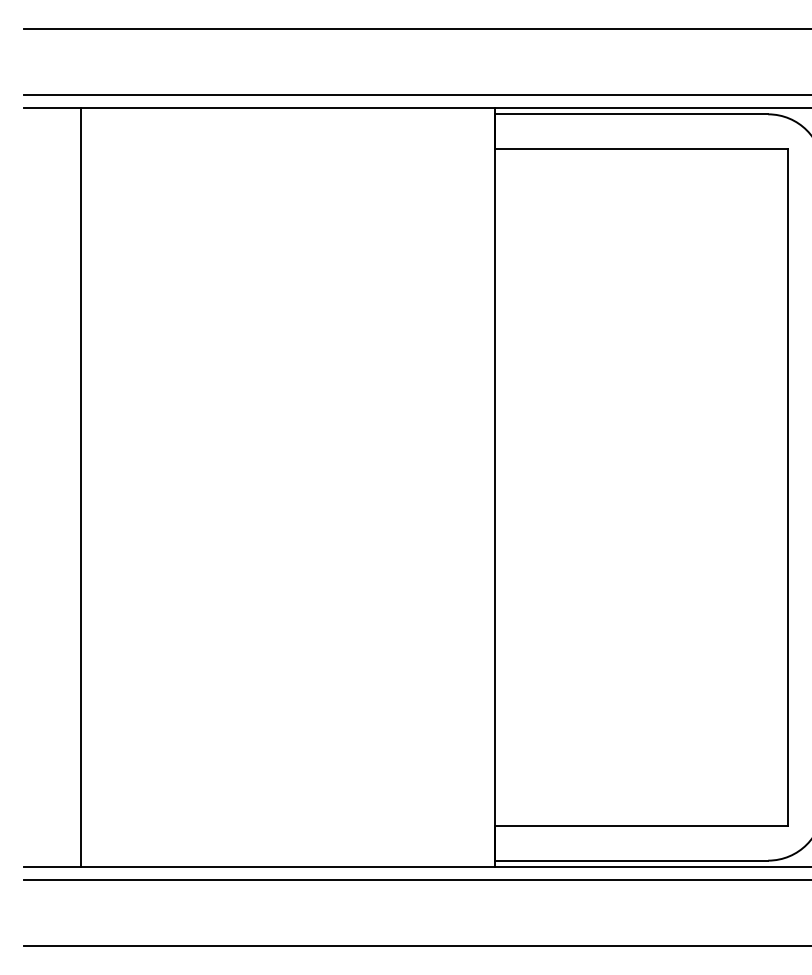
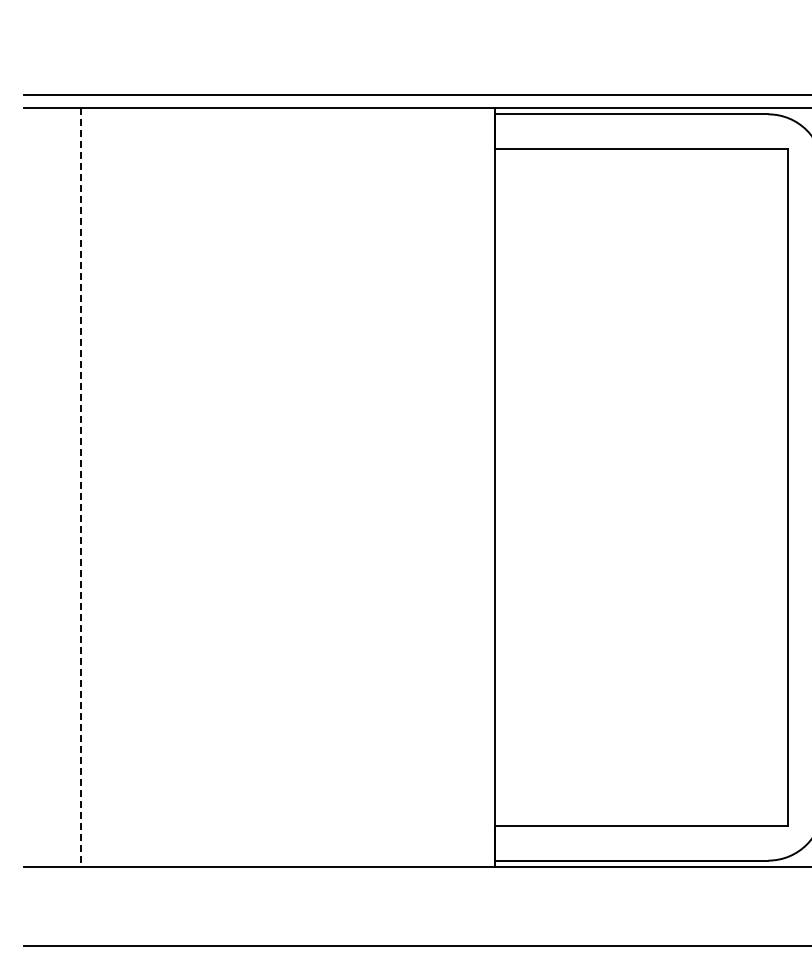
line at (416, 29): present -> none
line at (80, 487): solid -> dashed
line at (416, 880): present -> none
